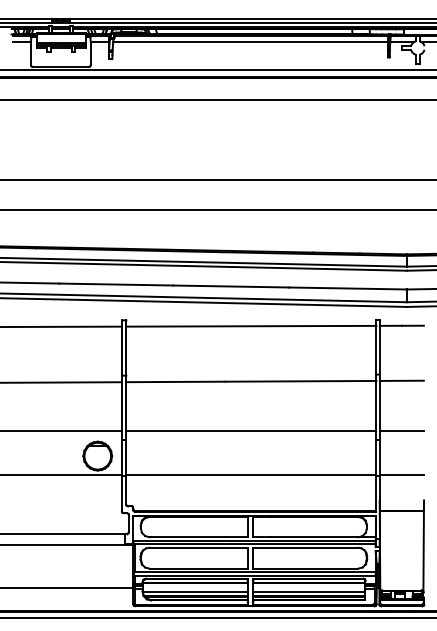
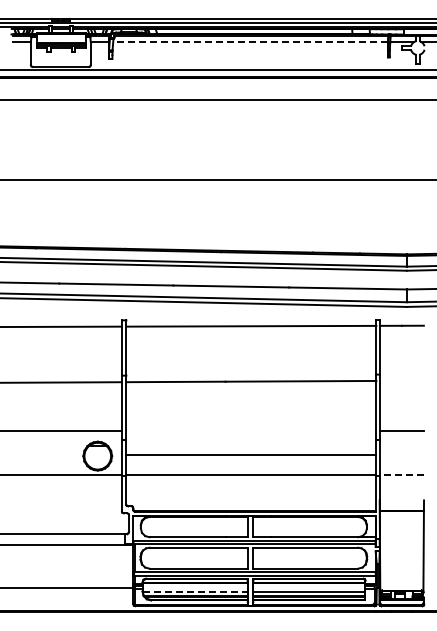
line at (250, 42): solid -> dashed
line at (217, 210): present -> none
line at (401, 380): present -> none
line at (251, 431) position: (251, 431) -> (251, 455)
line at (401, 474): solid -> dashed
line at (195, 591): solid -> dashed
line at (217, 617): present -> none
